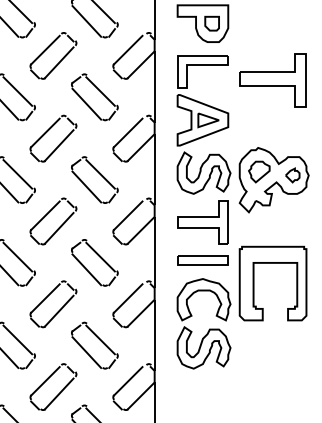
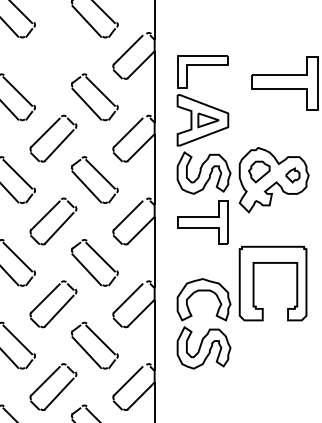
part at (202, 23): present -> none
part at (47, 49): present -> none
part at (272, 80) position: (272, 80) -> (284, 83)
part at (202, 260): present -> none
